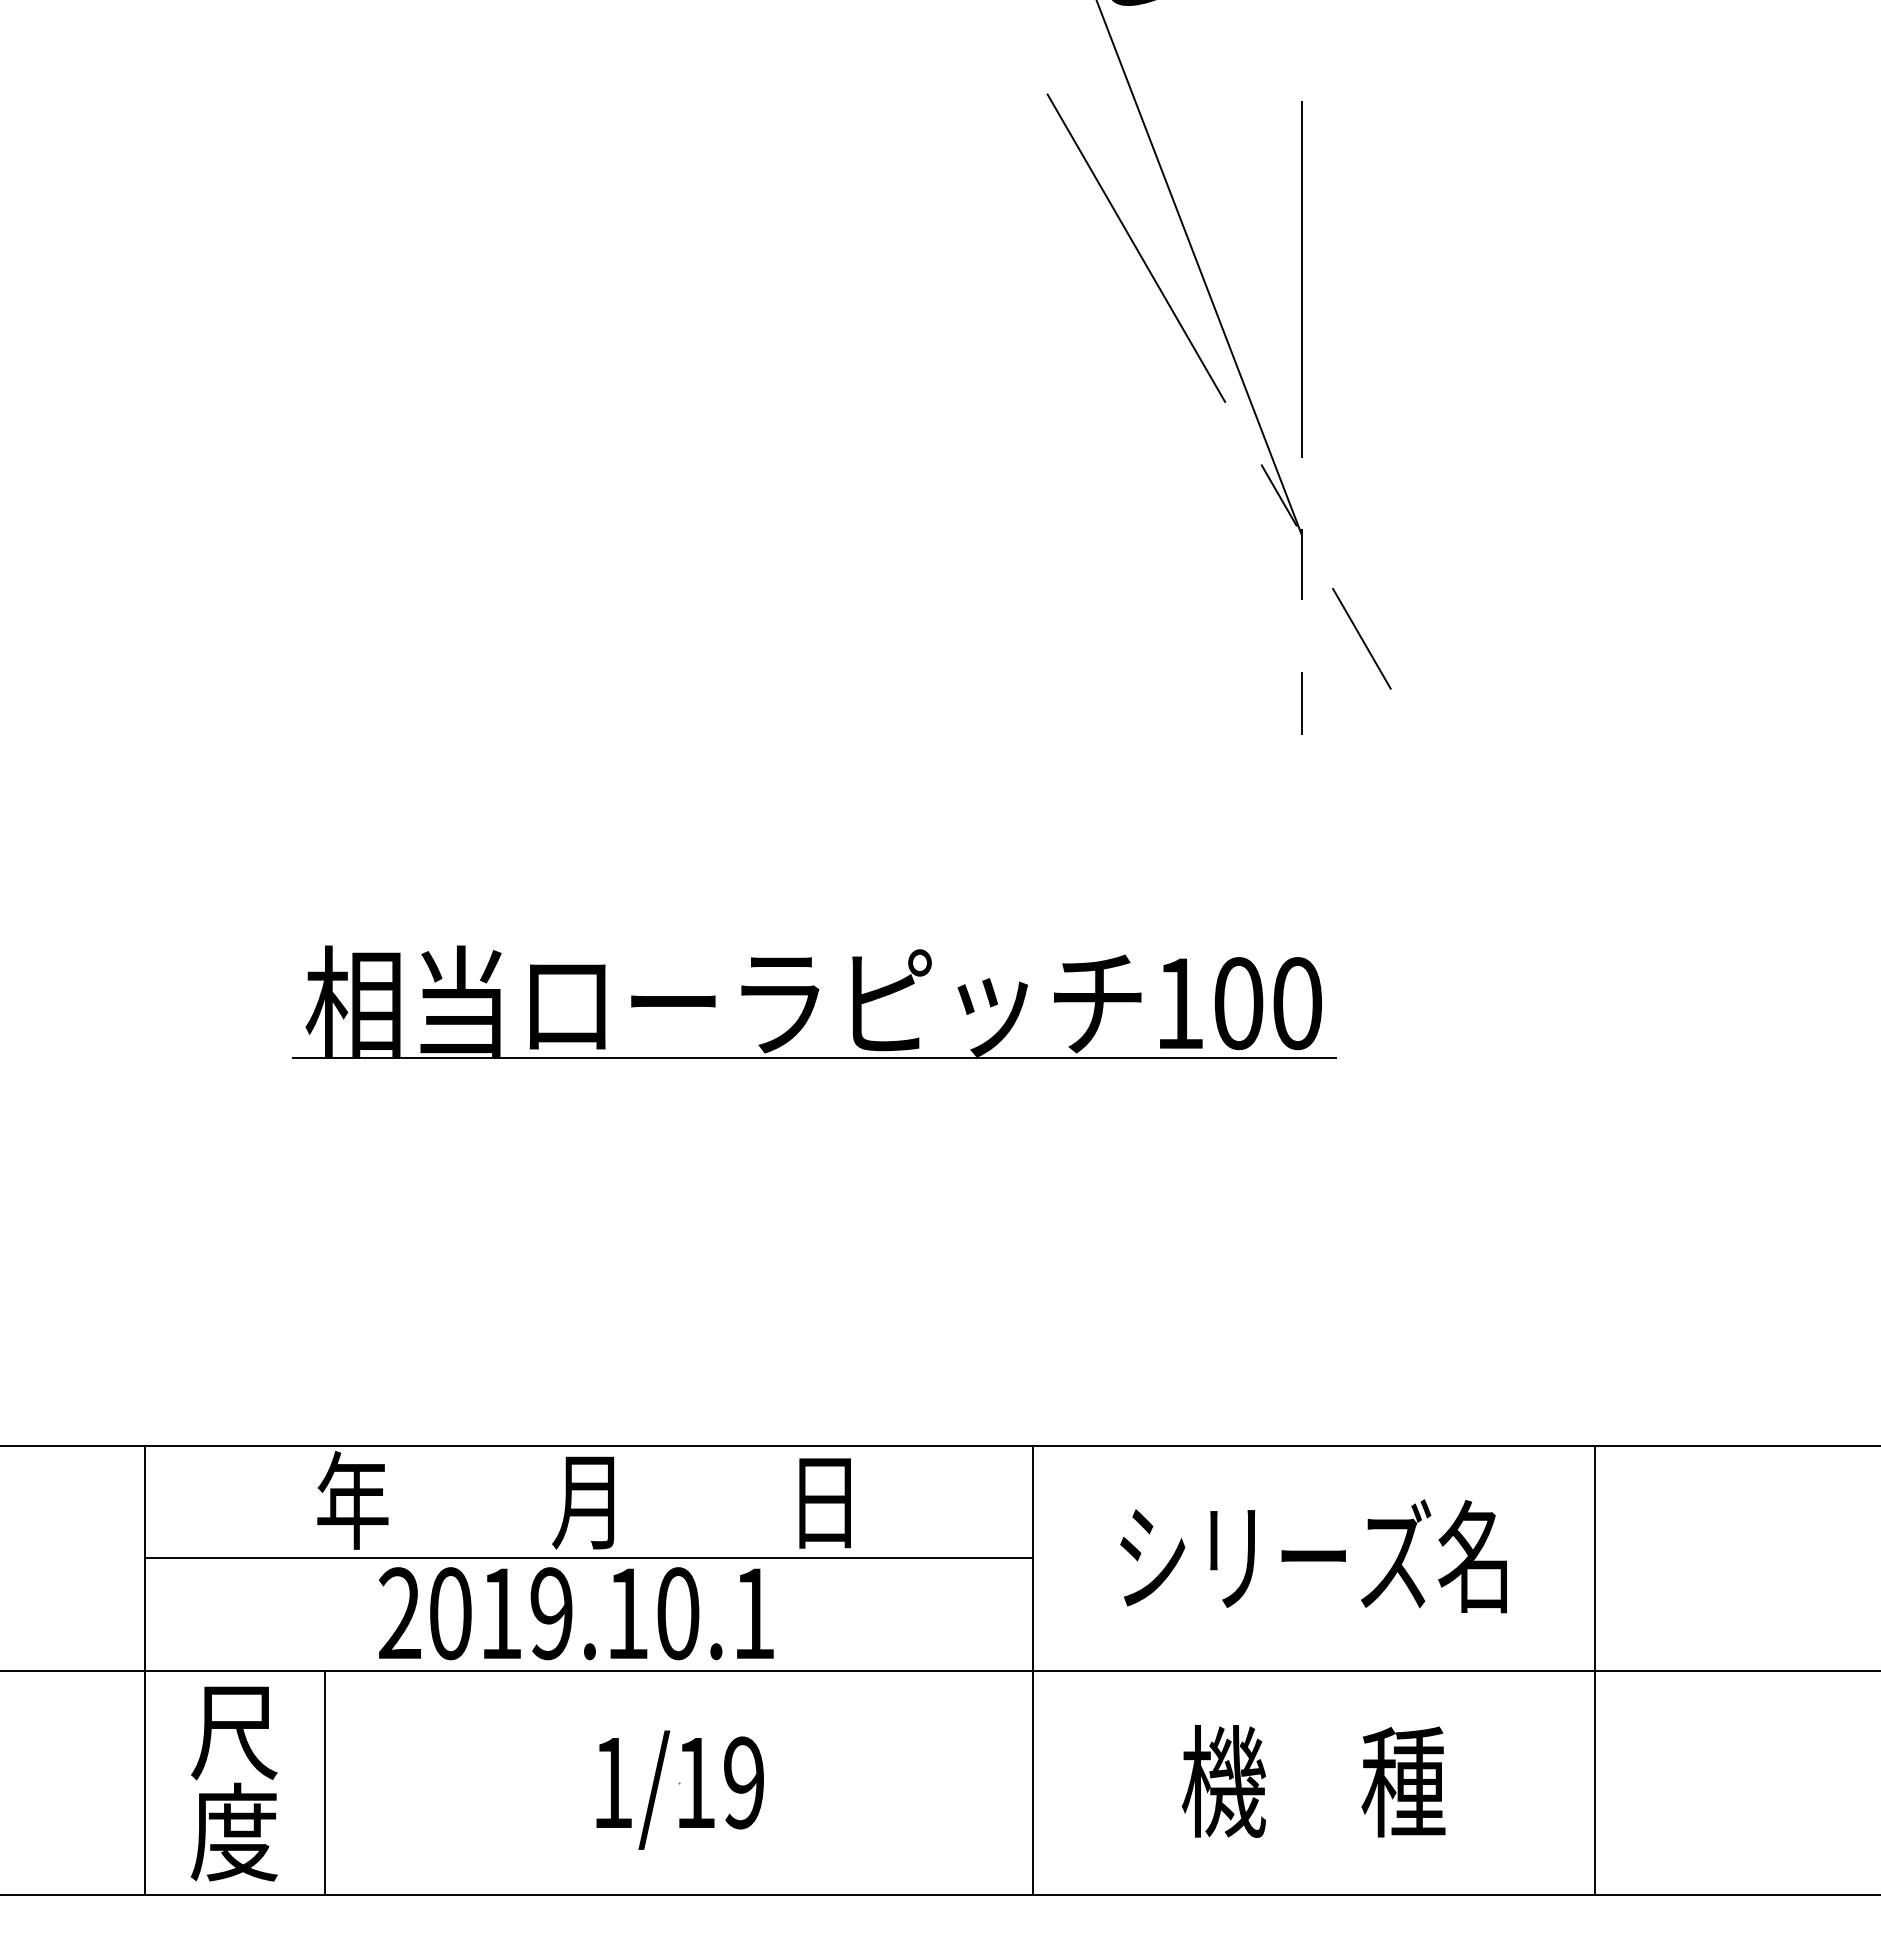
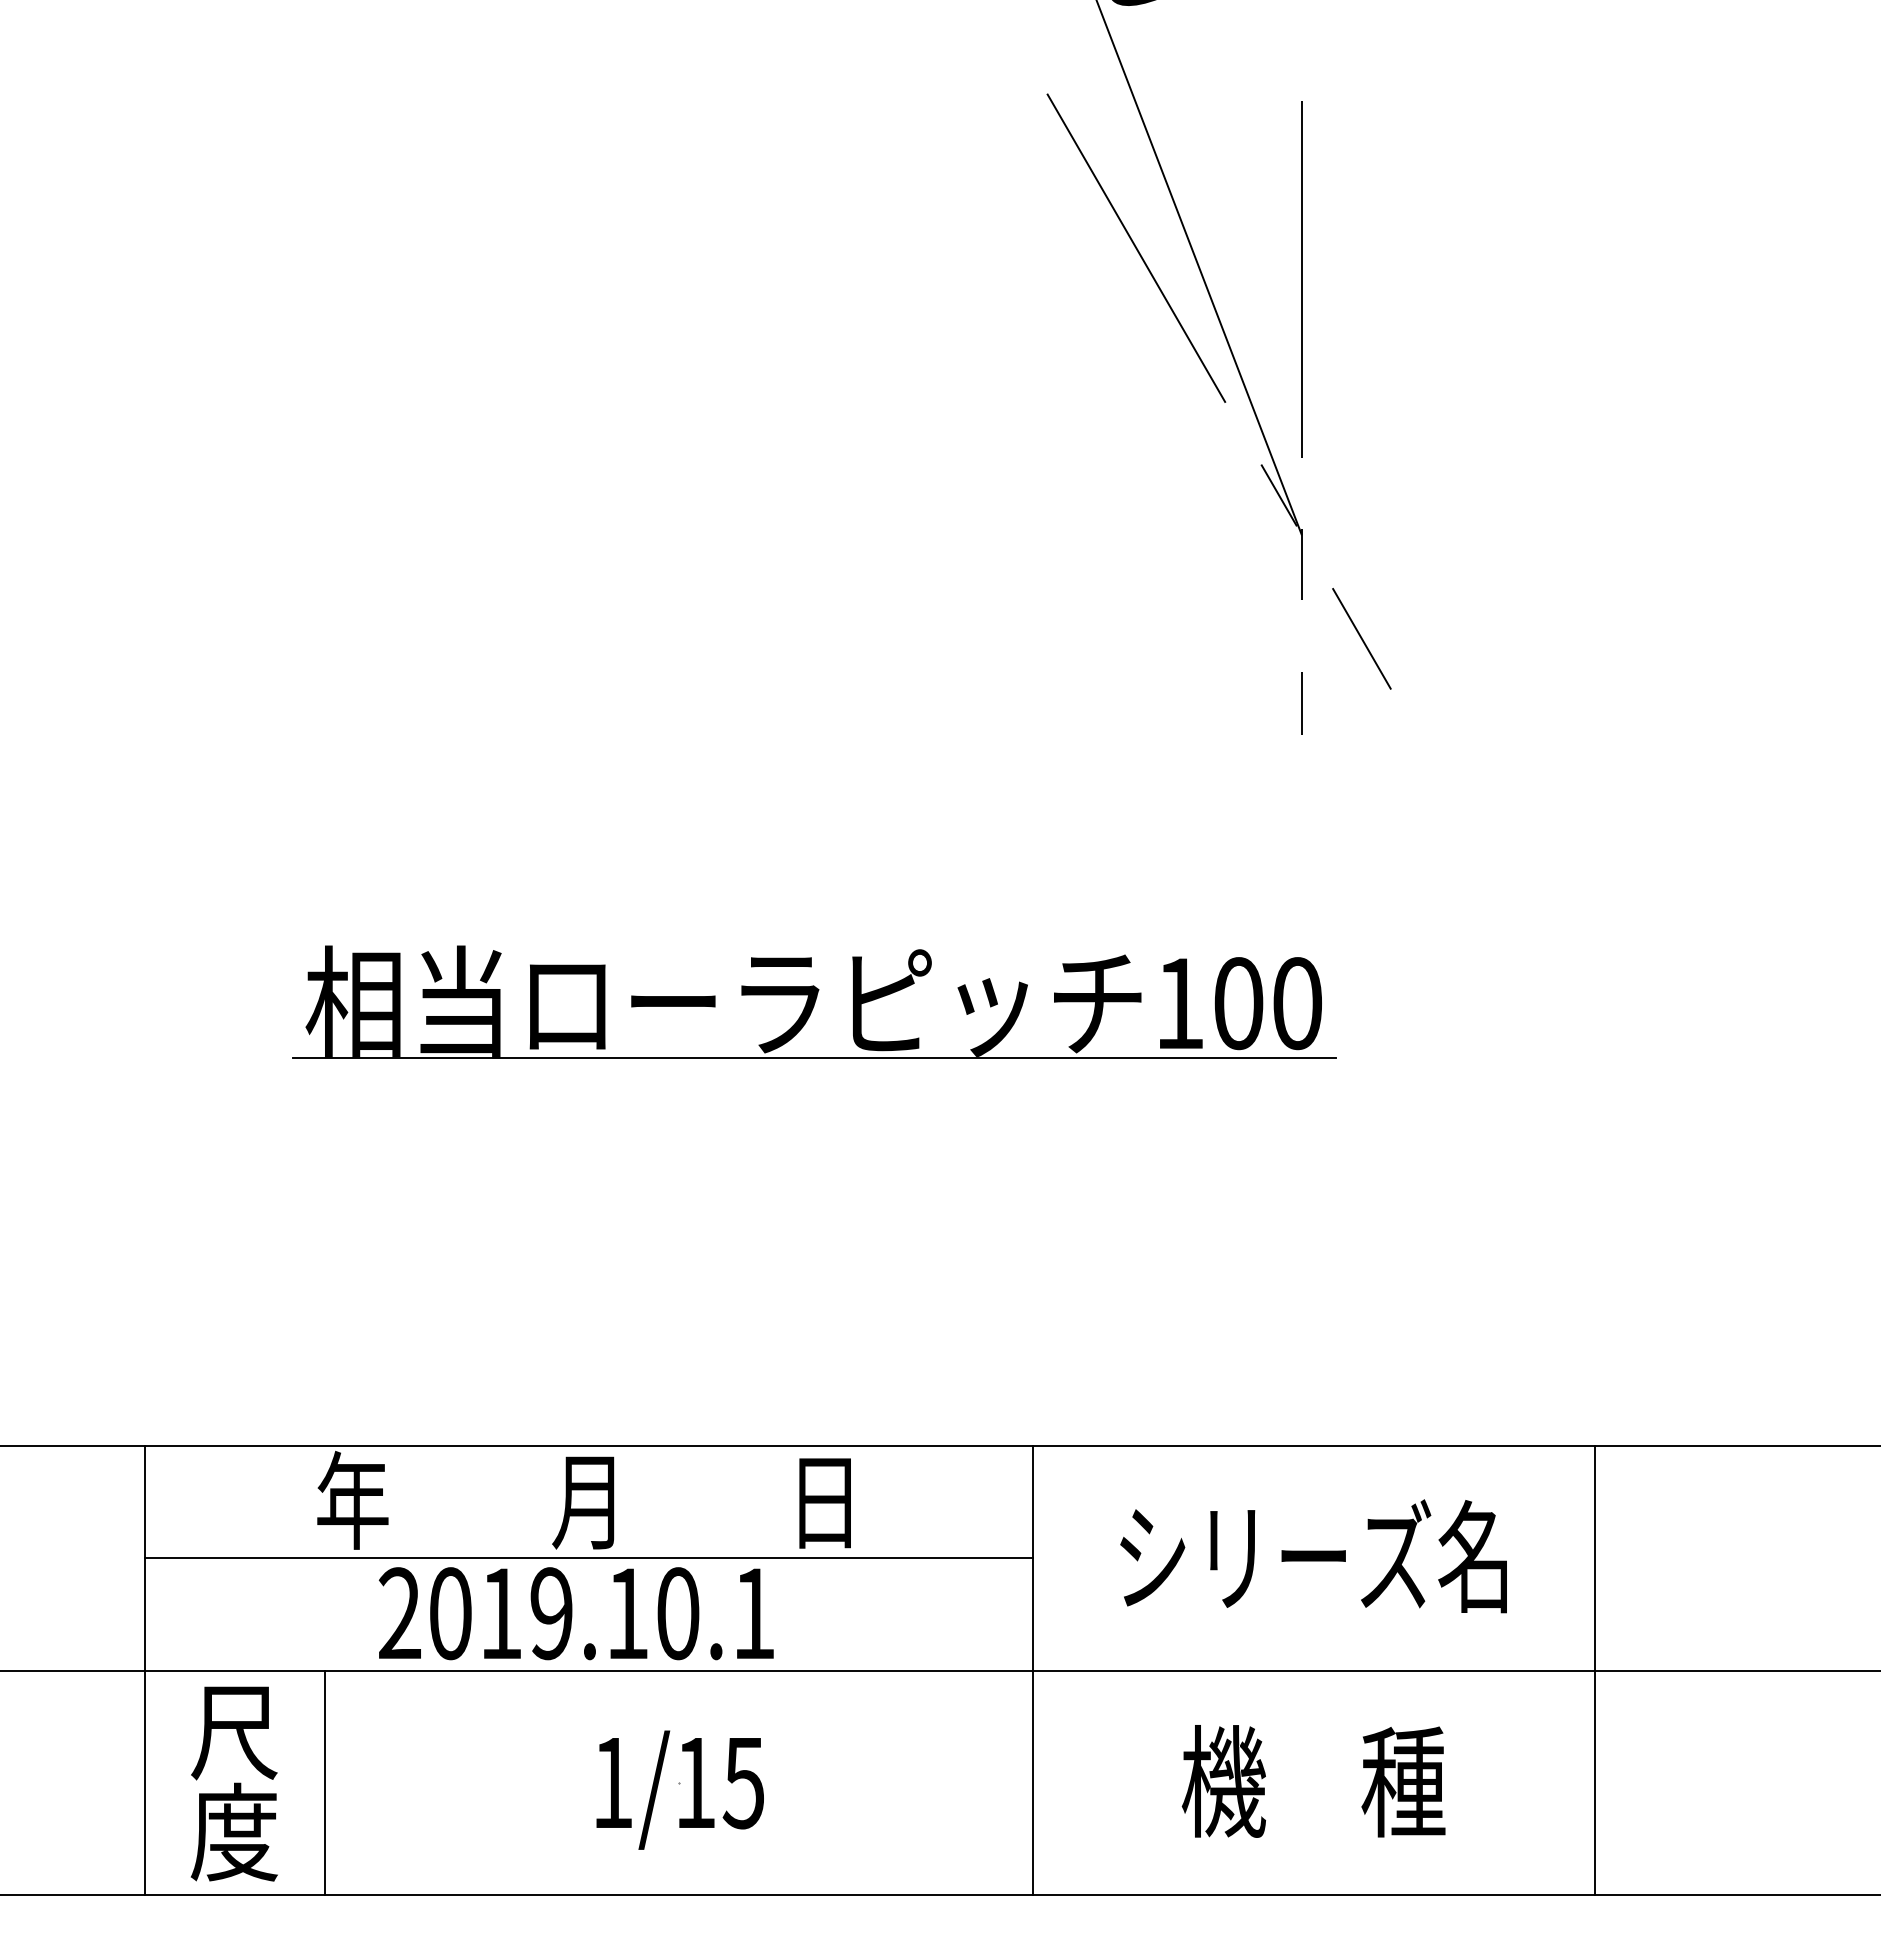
text at (742, 1782): 1/19 -> 1/15
